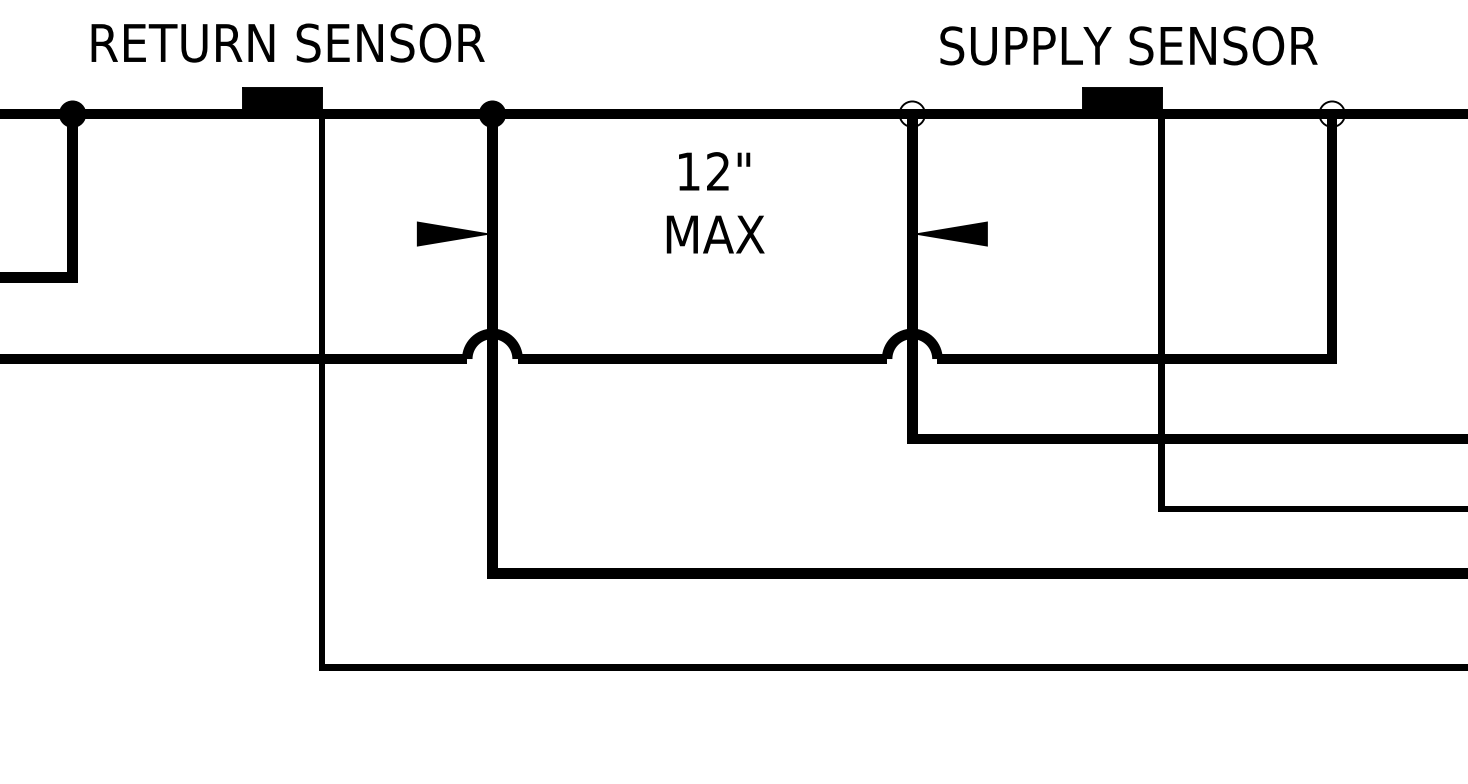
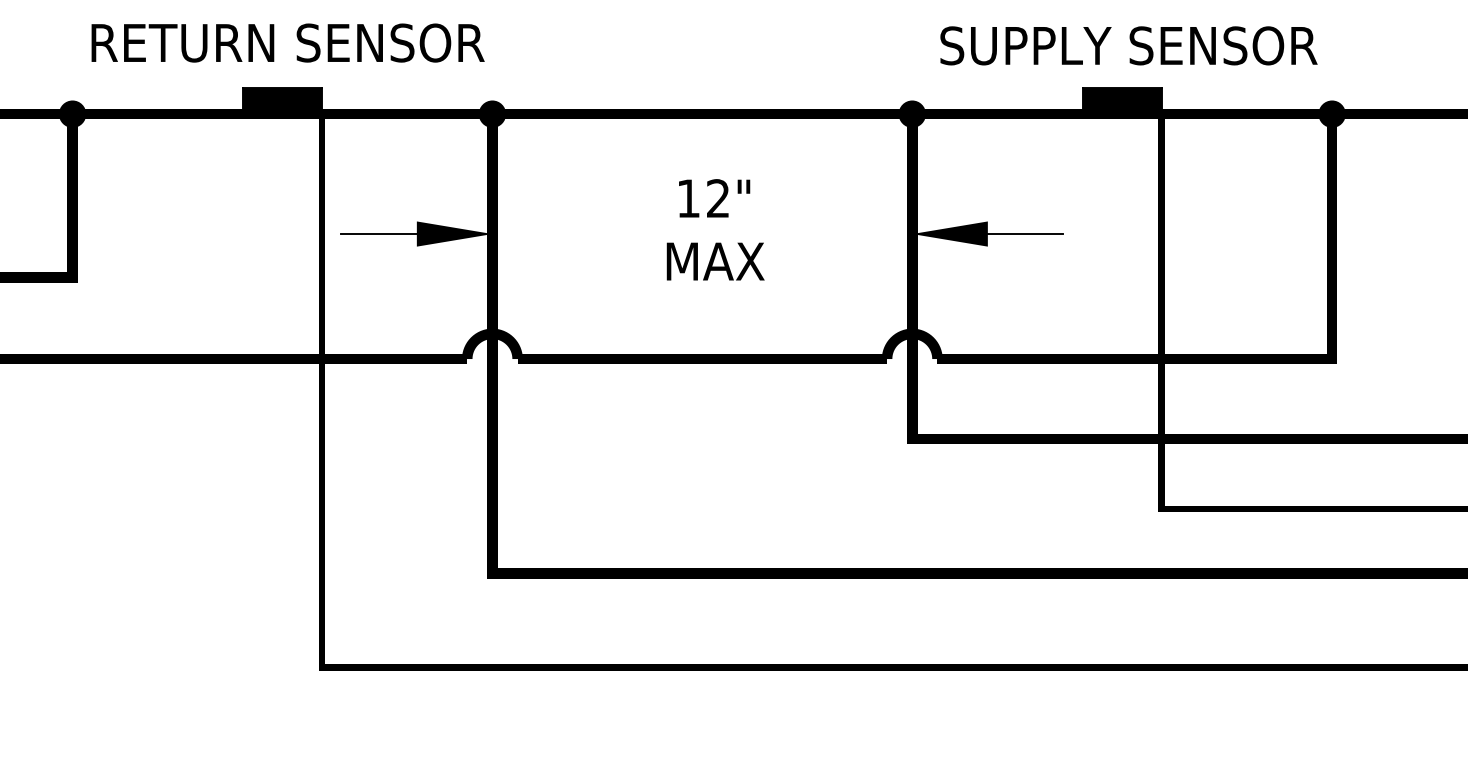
fill at (912, 113): none -> present
fill at (1331, 113): none -> present
text at (715, 202) position: (715, 202) -> (715, 229)
line at (378, 234): none -> present
line at (1025, 234): none -> present
